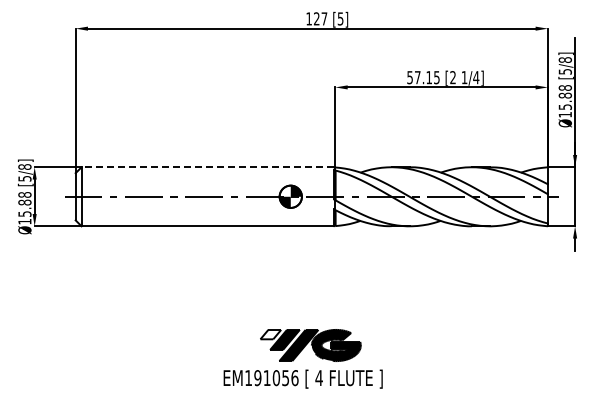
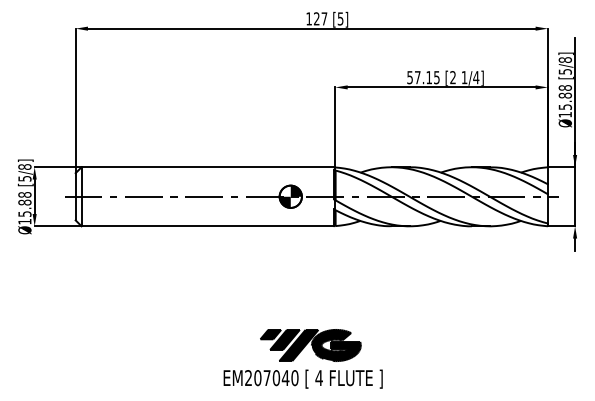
line at (207, 167): dashed -> solid
fill at (270, 334): none -> present
text at (271, 378): EM191056 -> EM207040
